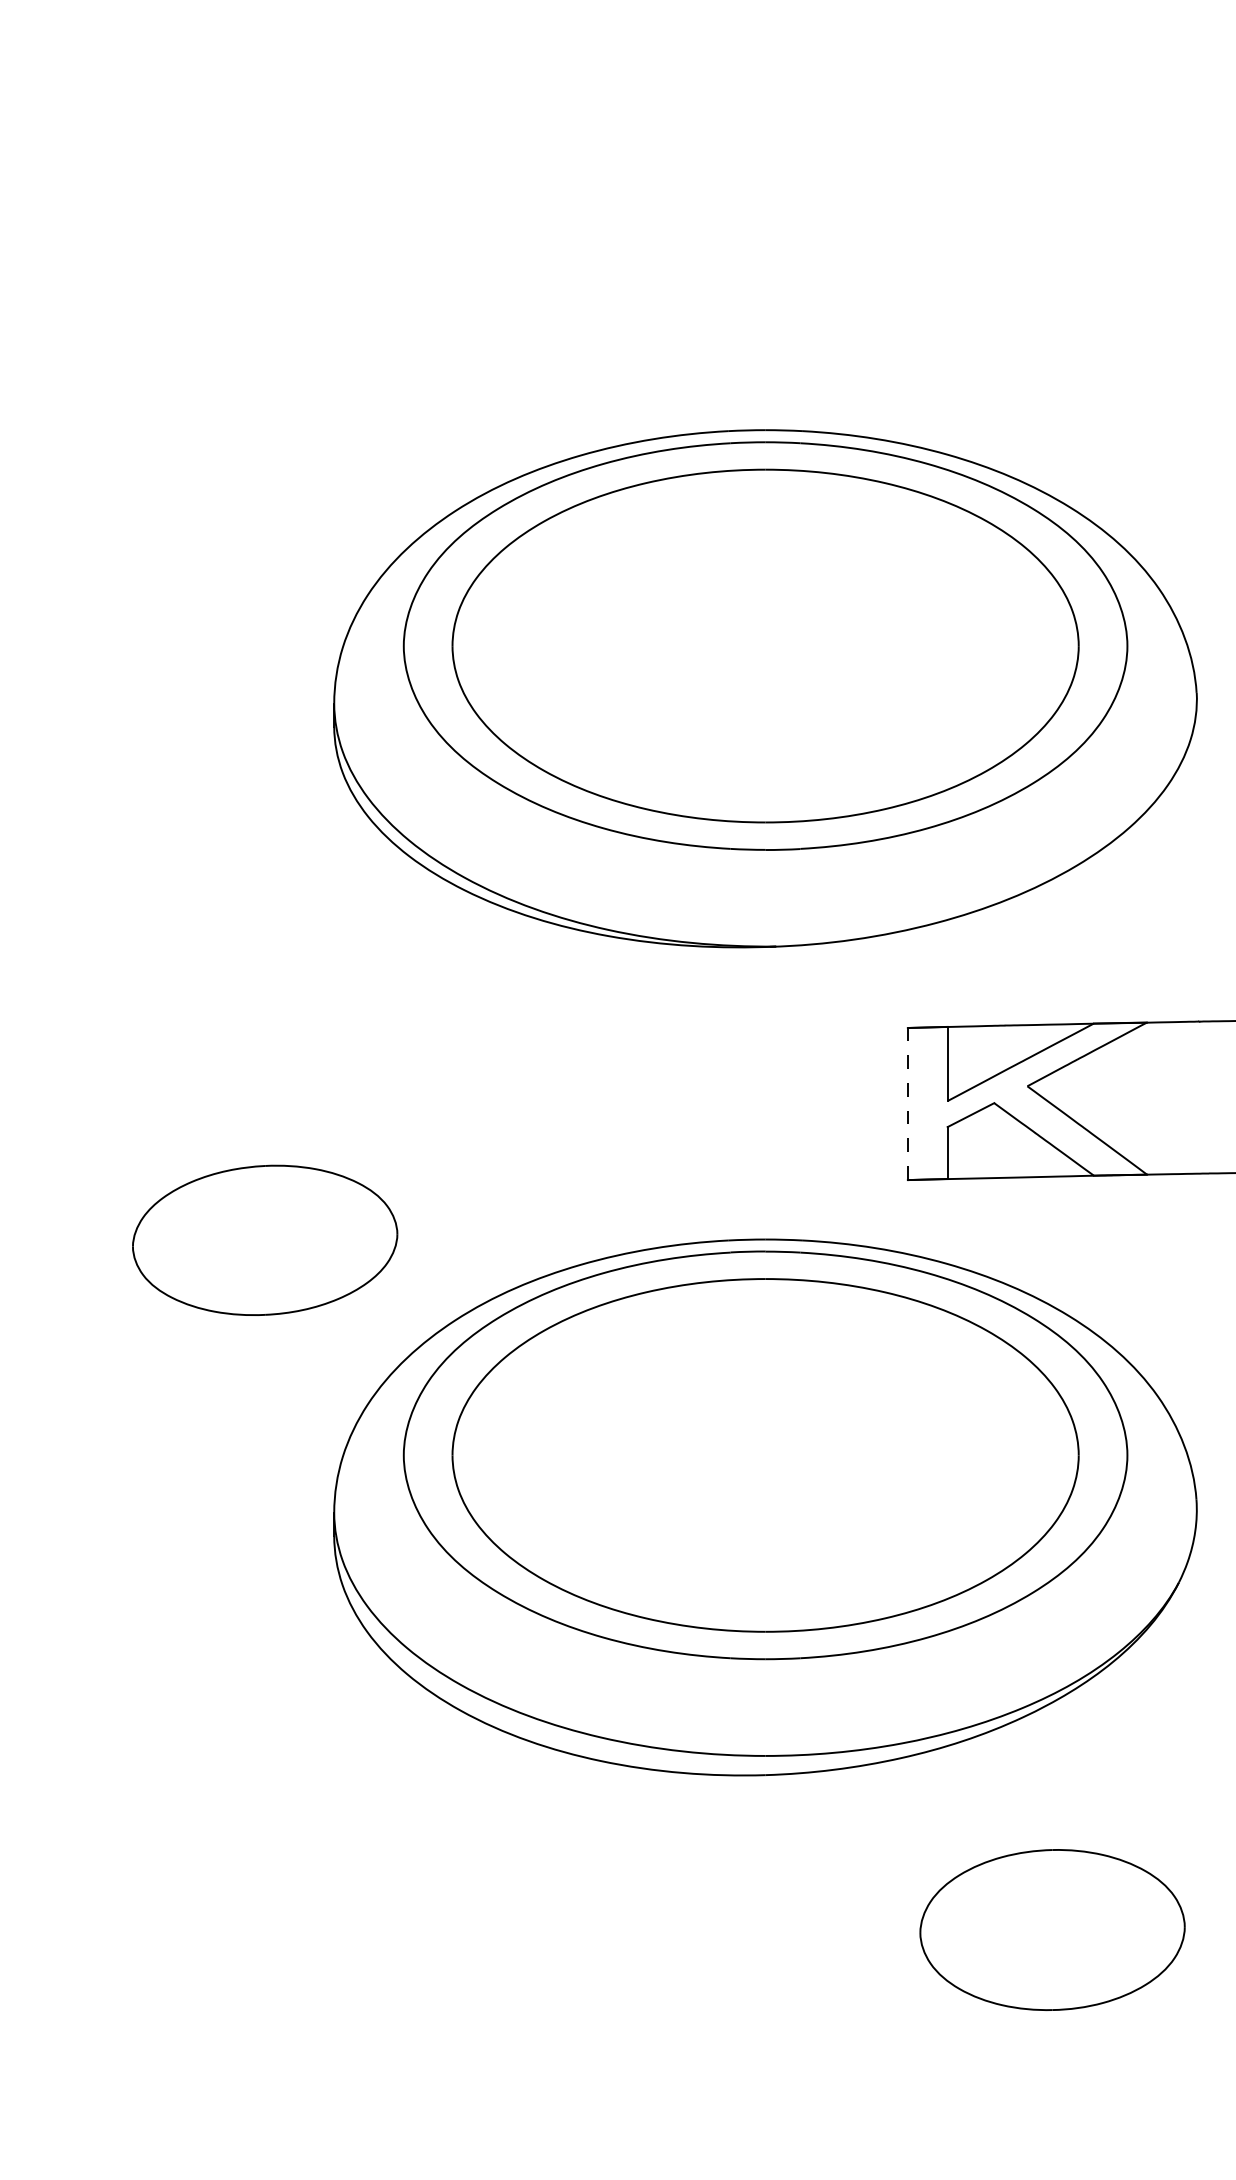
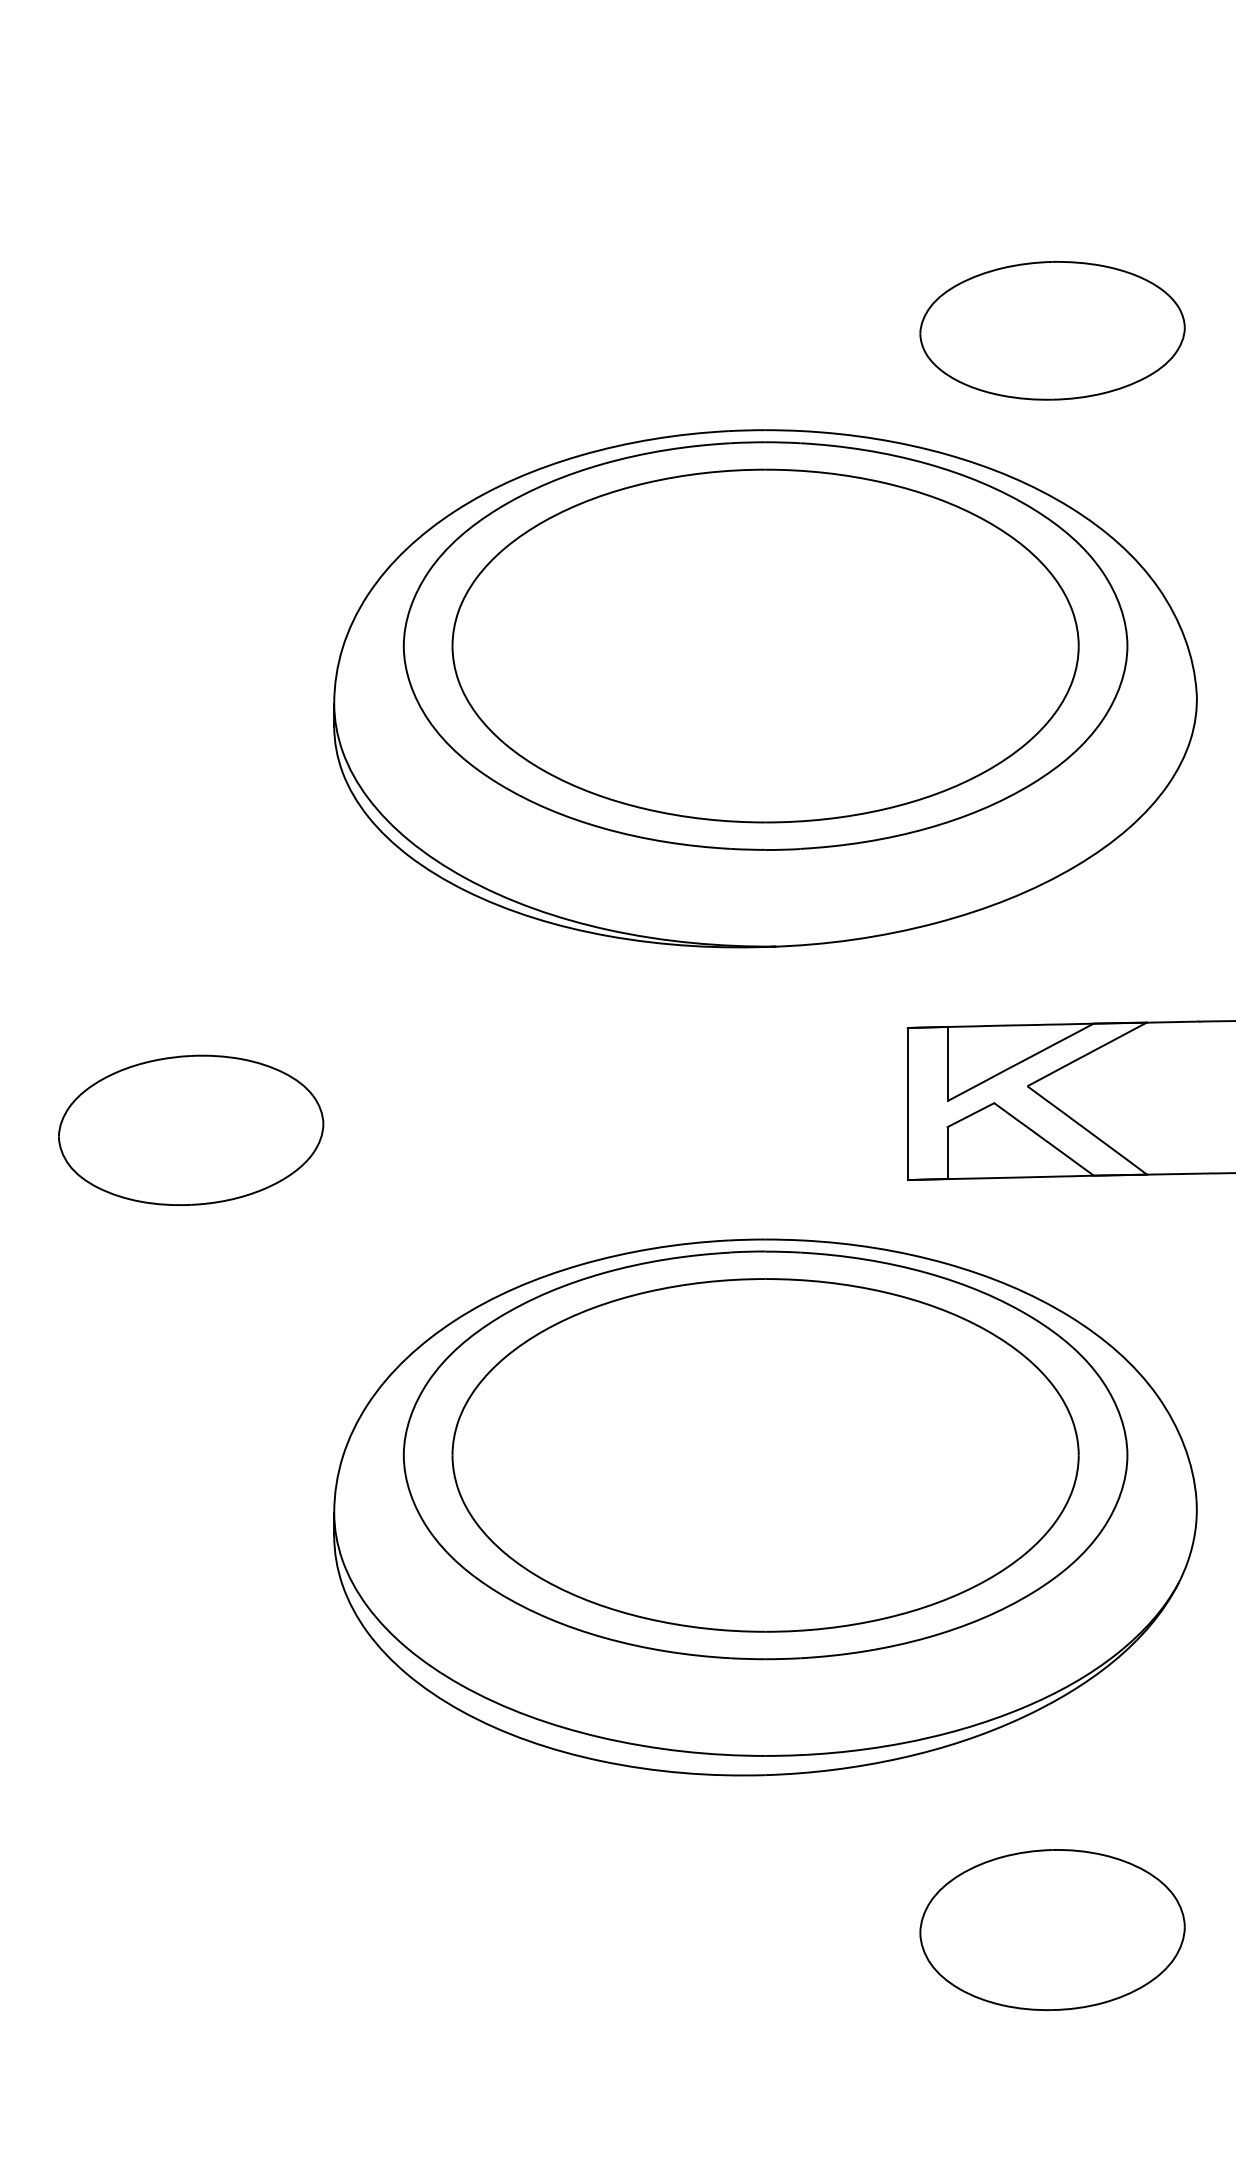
part at (1052, 330): none -> present
line at (907, 1103): dashed -> solid
part at (265, 1239) position: (265, 1239) -> (191, 1129)
